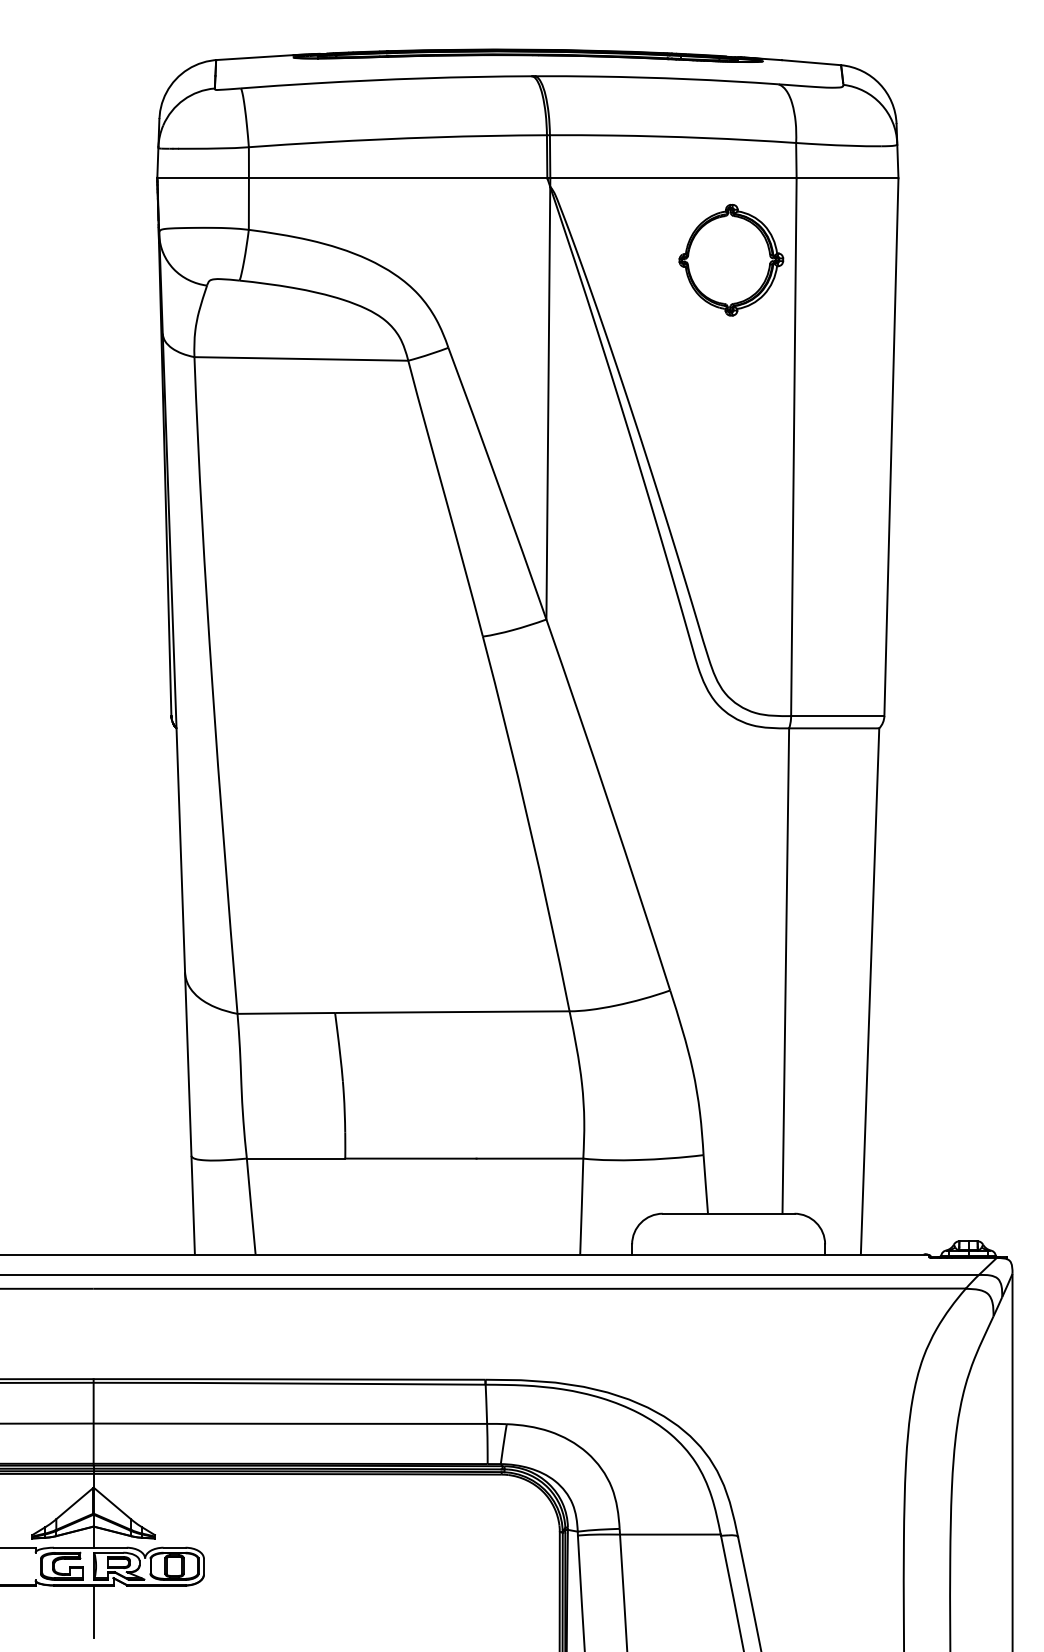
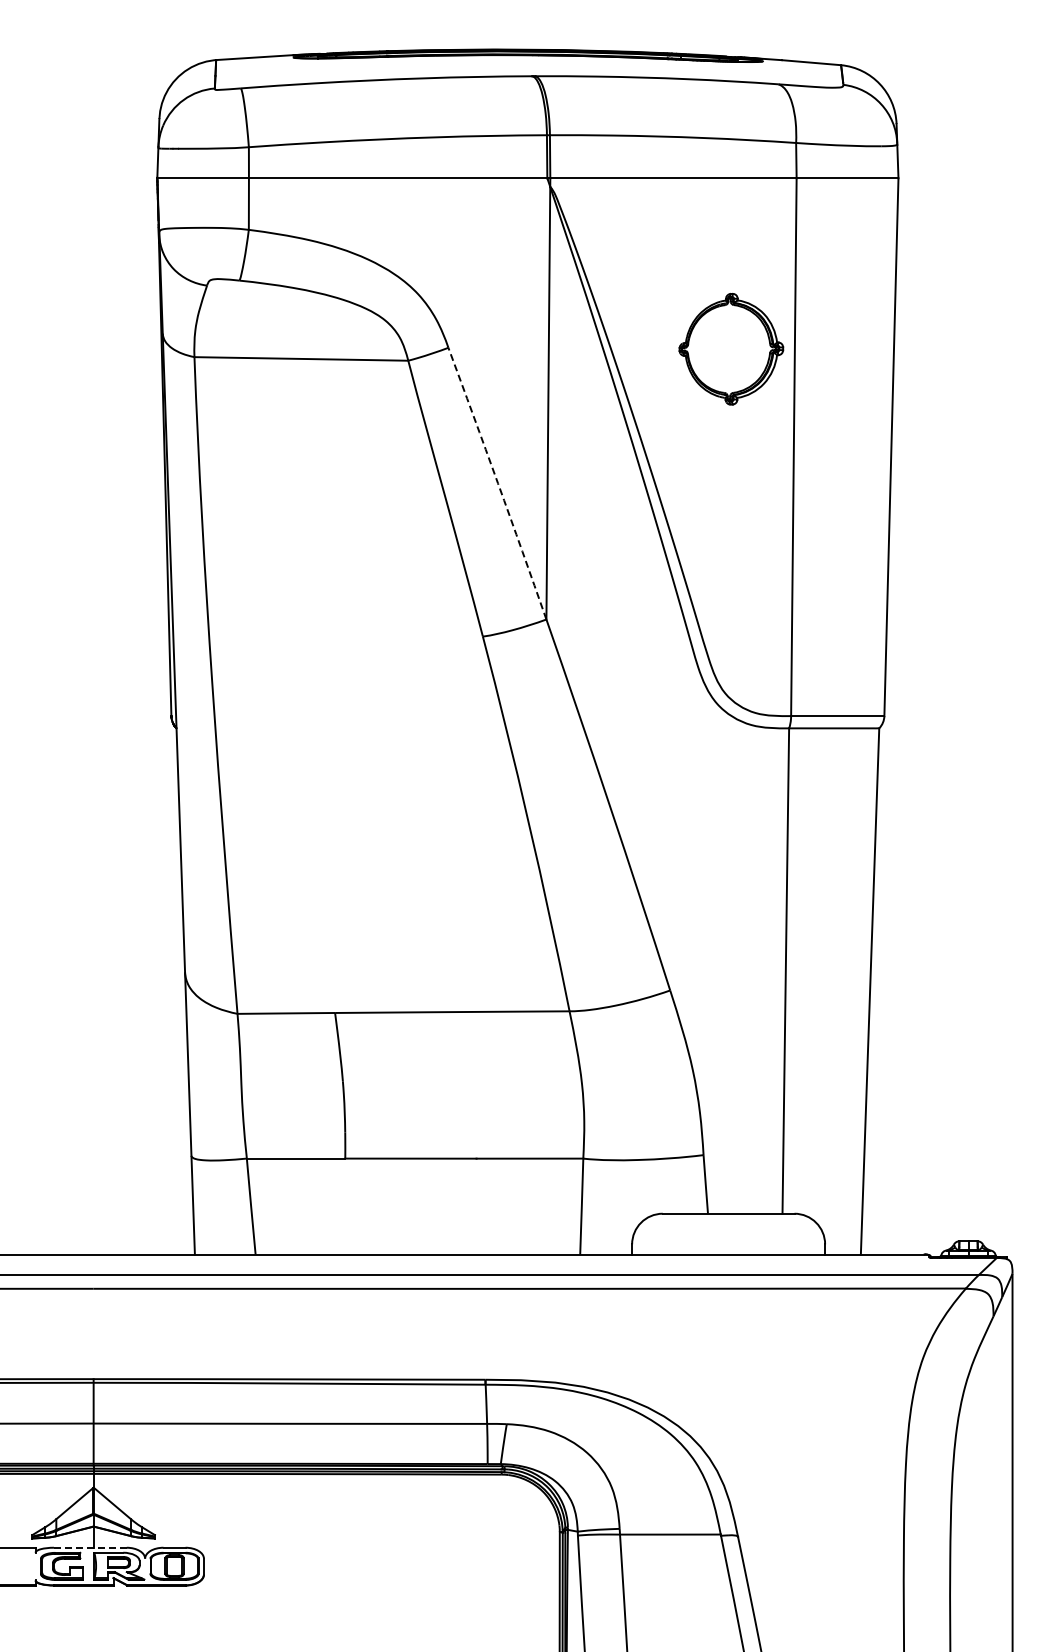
part at (731, 260) position: (731, 260) -> (731, 349)
arc at (498, 483): solid -> dashed
line at (89, 1547): solid -> dashed
line at (93, 1611): present -> none
